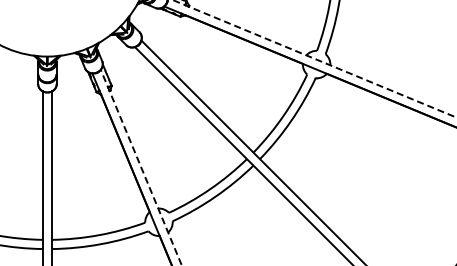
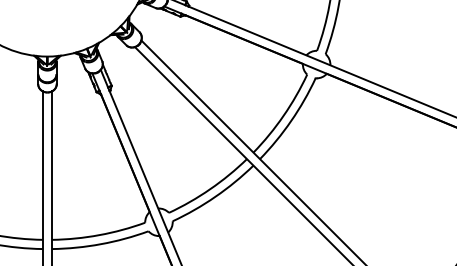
line at (314, 58): dashed -> solid
line at (141, 167): dashed -> solid
